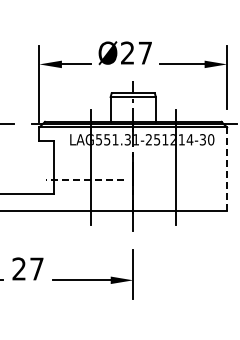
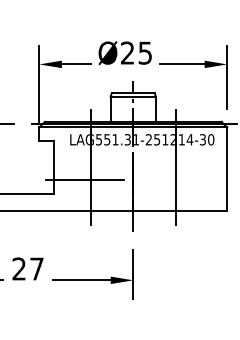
text at (144, 52): Ø27 -> Ø25
line at (227, 169): dashed -> solid
line at (84, 179): dashed -> solid
